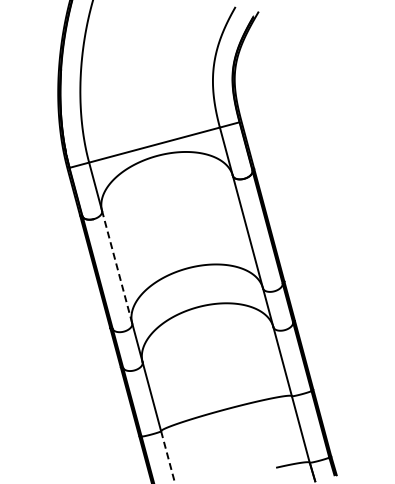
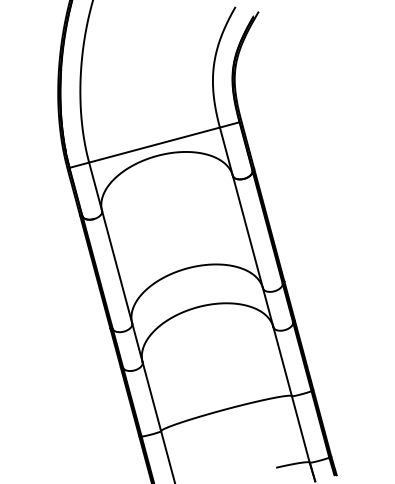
line at (117, 266): dashed -> solid
line at (168, 457): dashed -> solid
